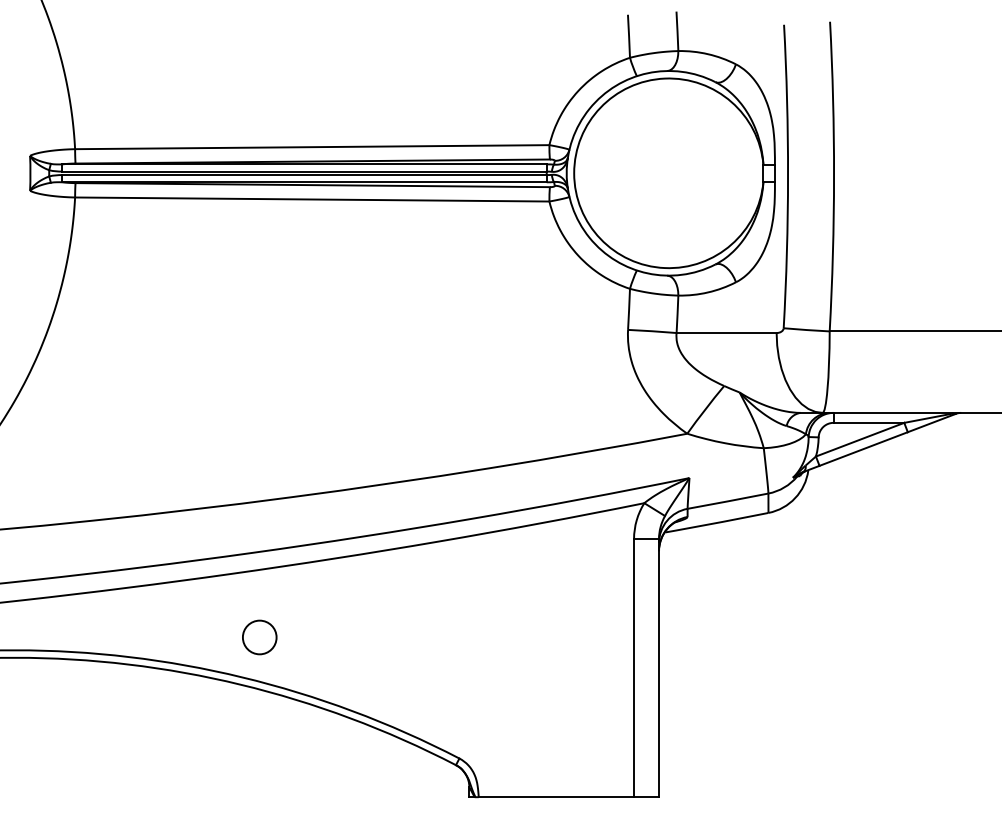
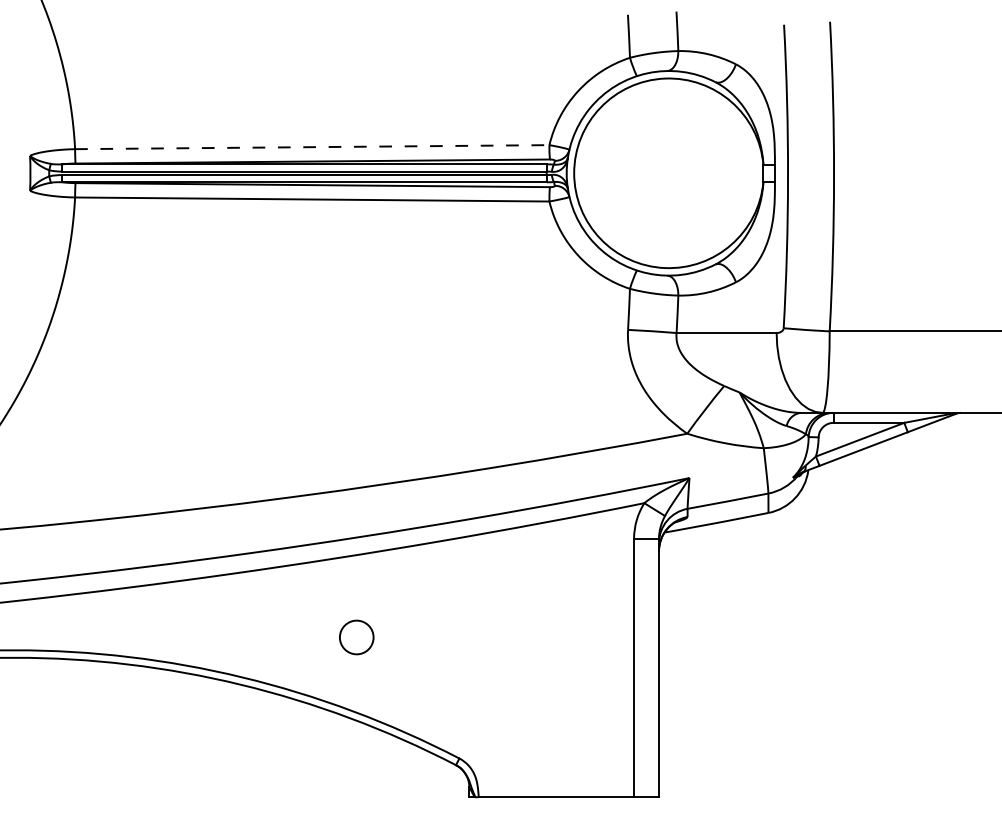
line at (311, 147): solid -> dashed
circle at (259, 637) position: (259, 637) -> (356, 637)
